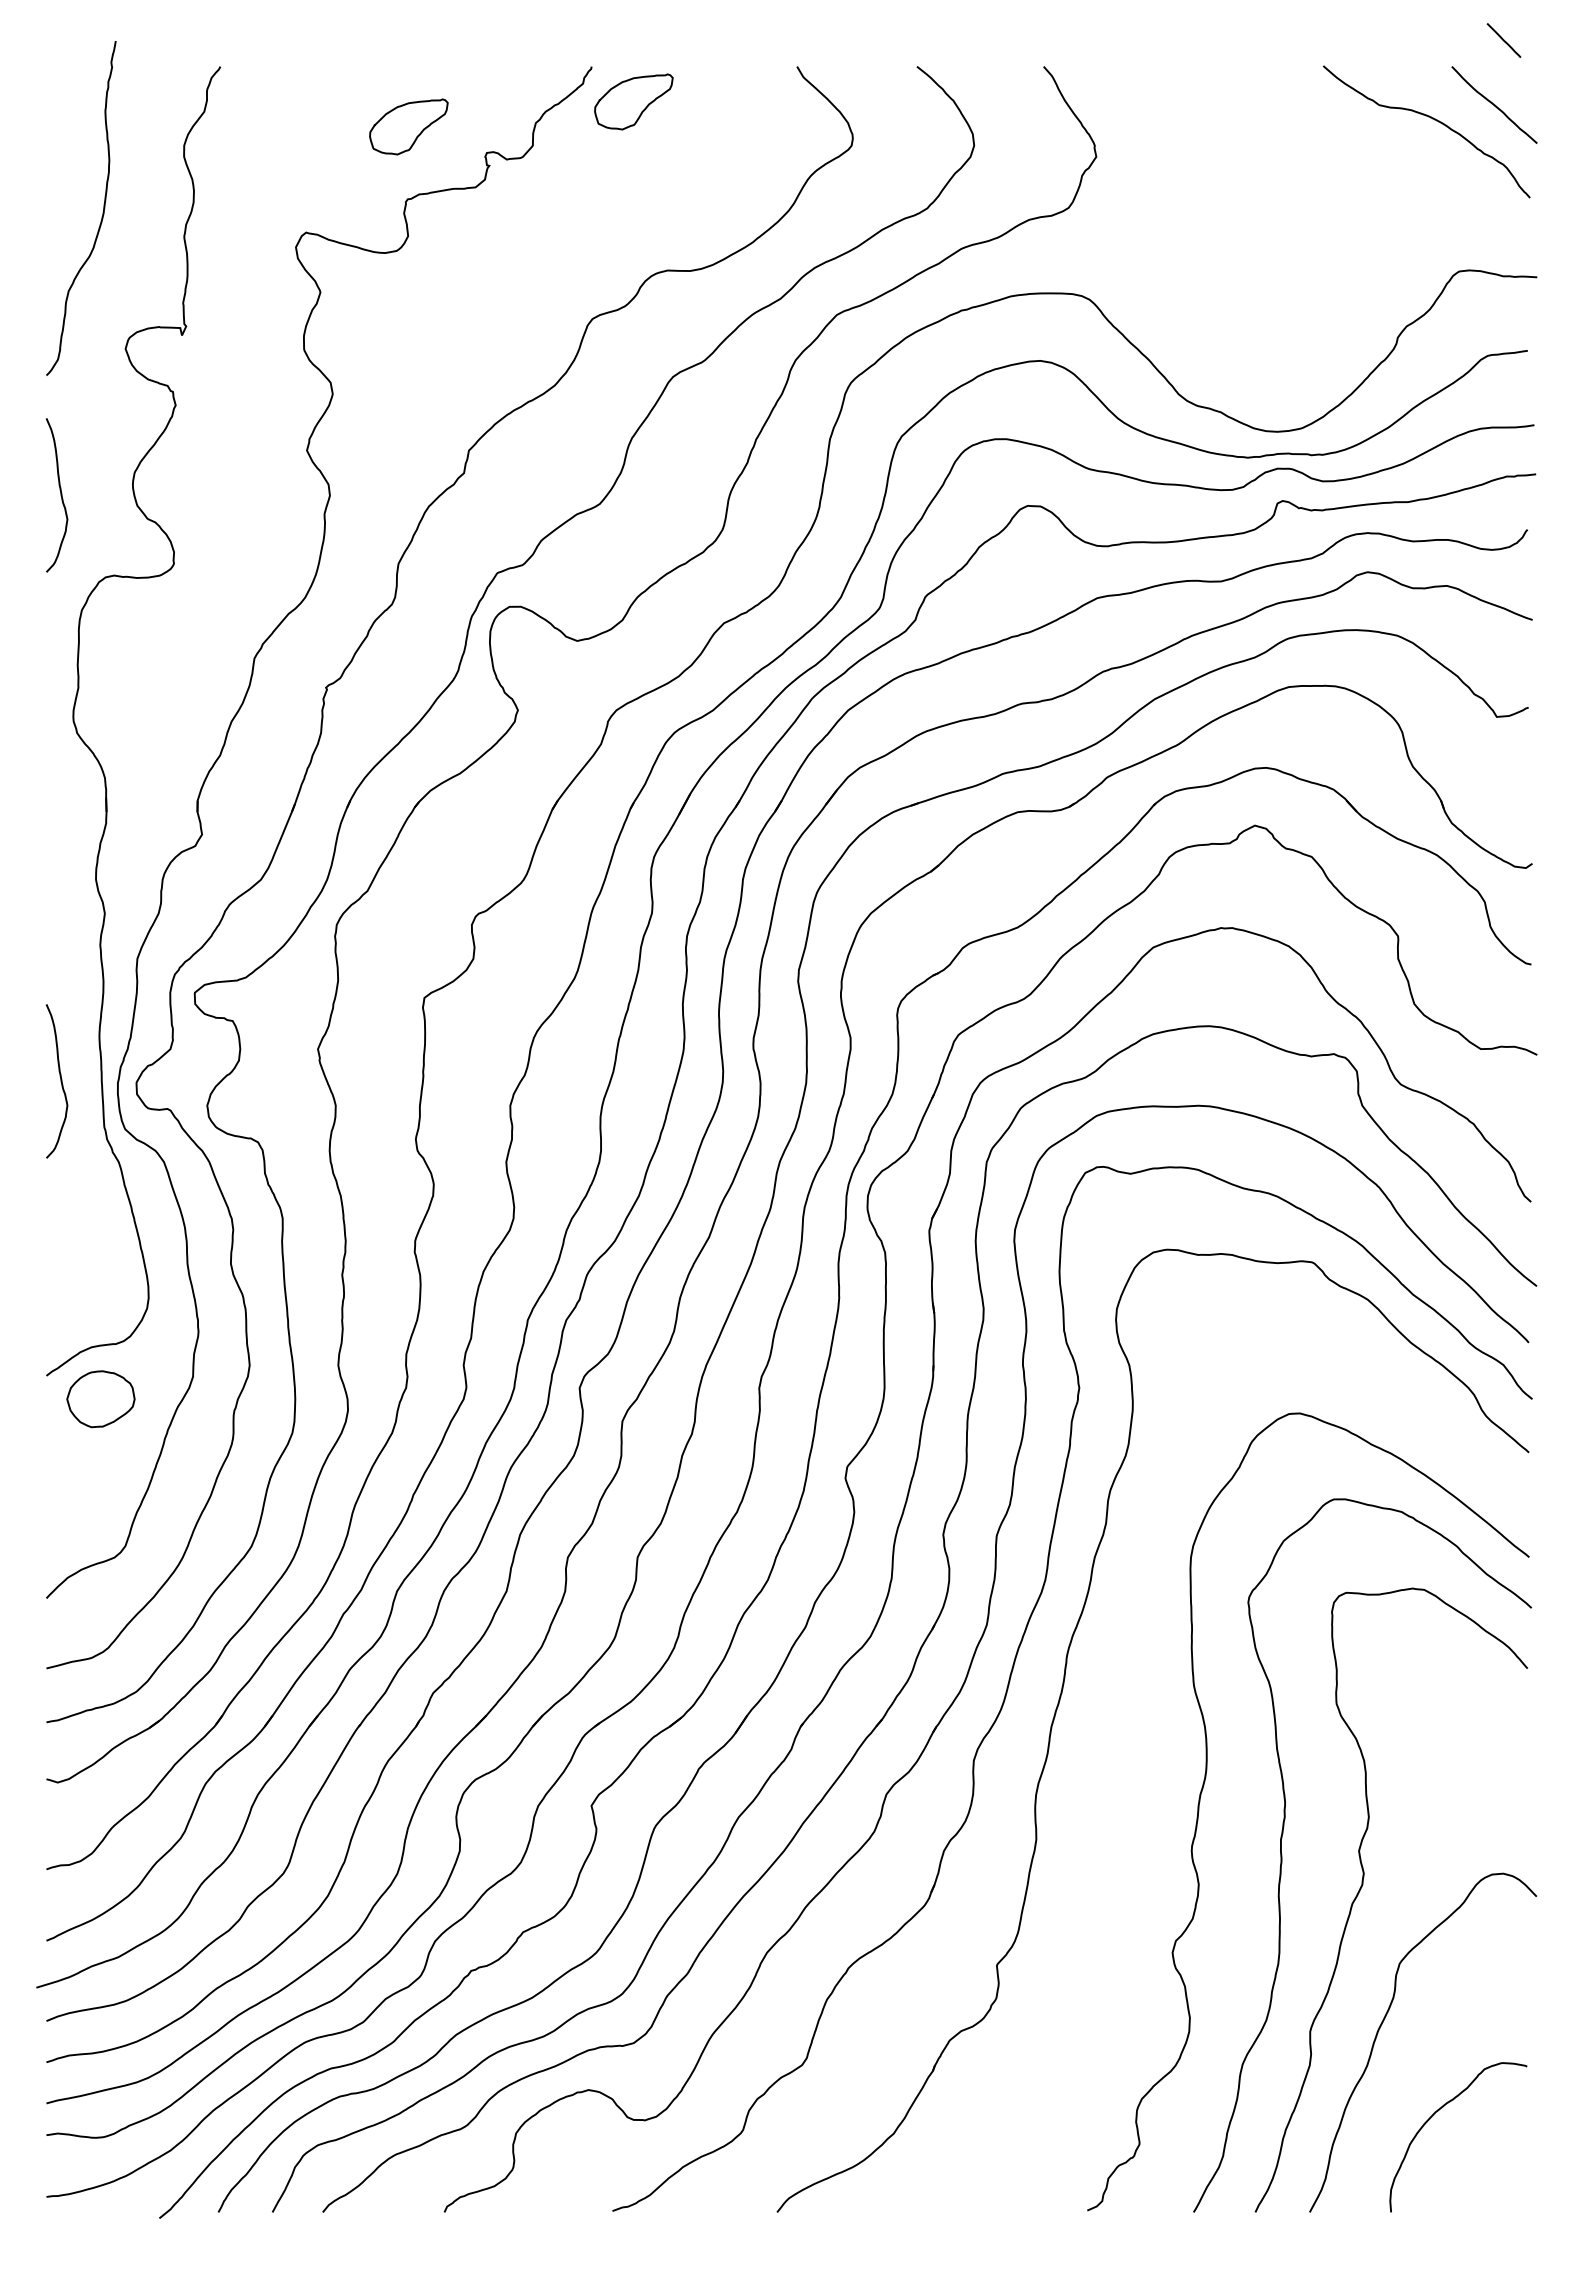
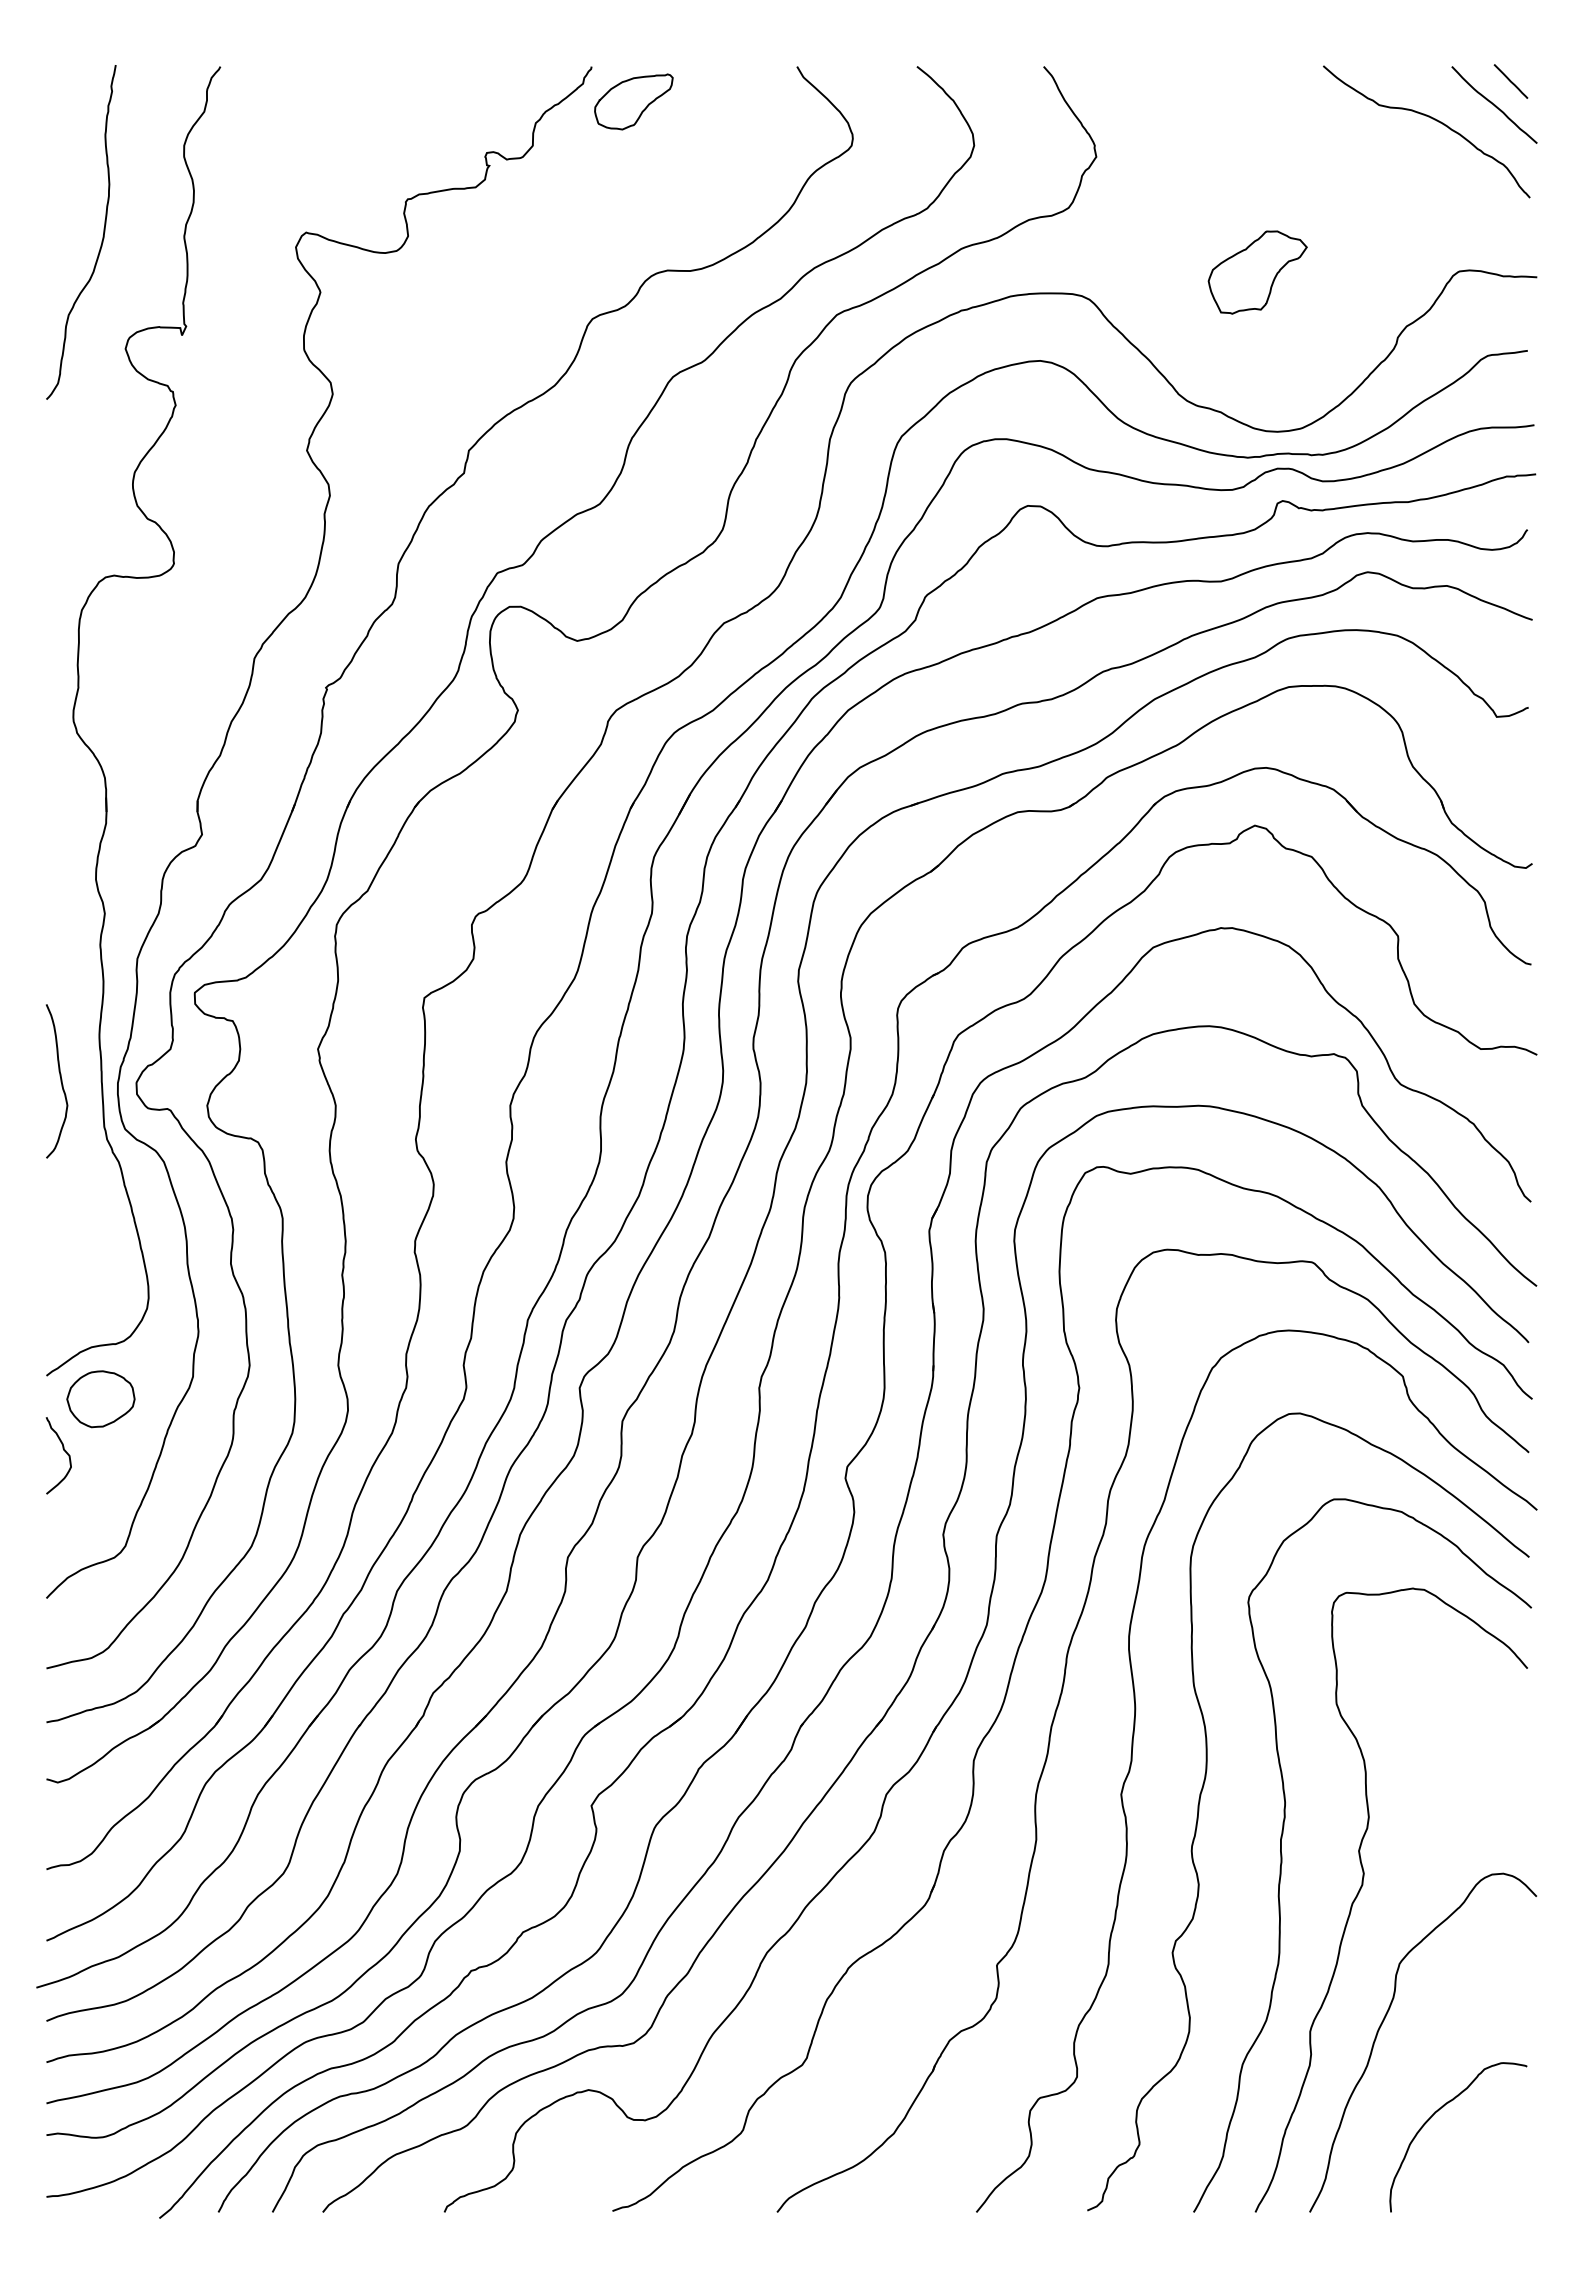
line at (1503, 40) position: (1503, 40) -> (1510, 81)
part at (408, 126): present -> none
curve at (102, 211) position: (102, 211) -> (102, 235)
part at (1257, 272): none -> present
curve at (60, 495): present -> none
curve at (63, 1450): none -> present
curve at (1132, 1762): none -> present
